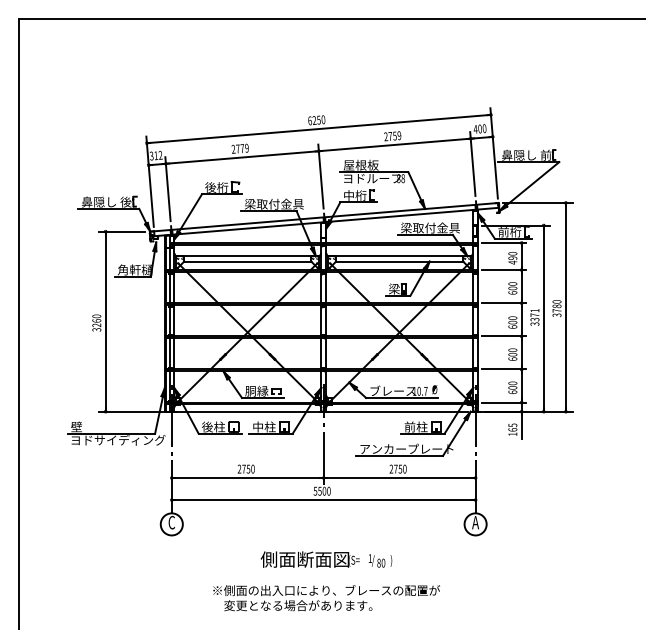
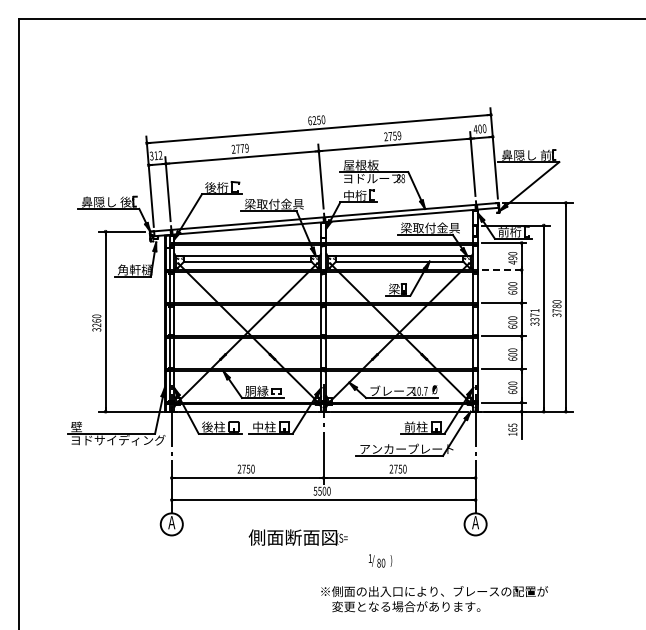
line at (504, 270): solid -> dashed
text at (171, 522): C -> A
text at (309, 559) position: (309, 559) -> (297, 537)
text at (326, 598) position: (326, 598) -> (434, 599)
